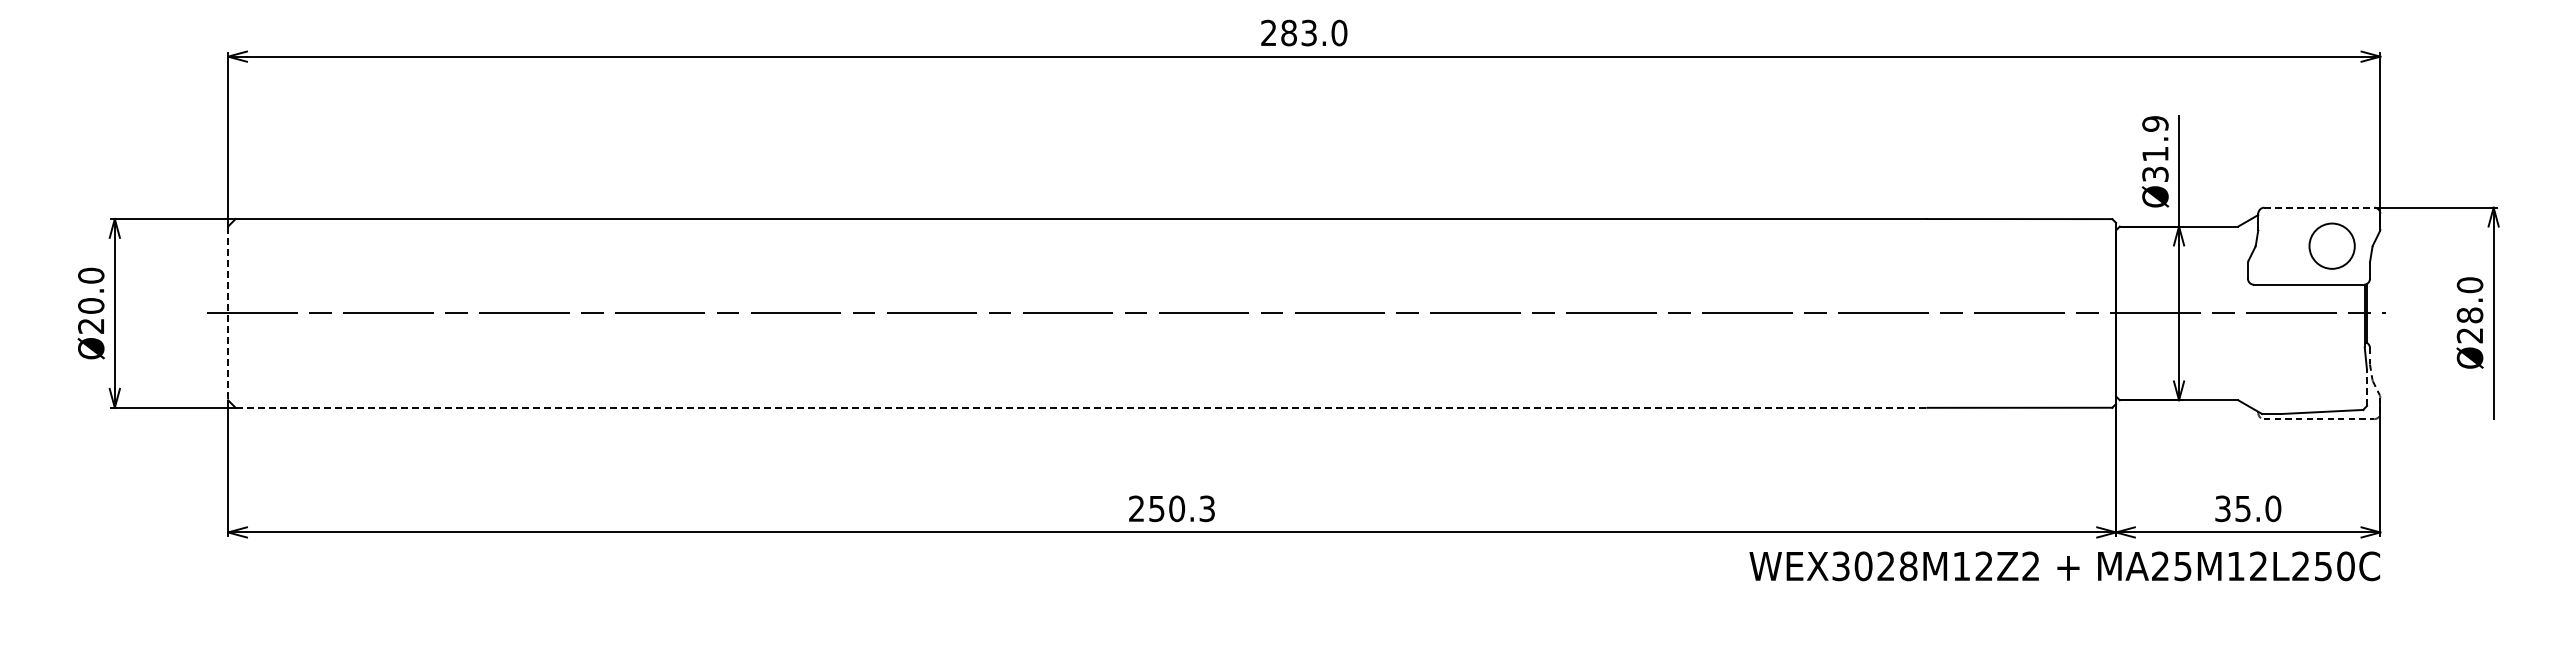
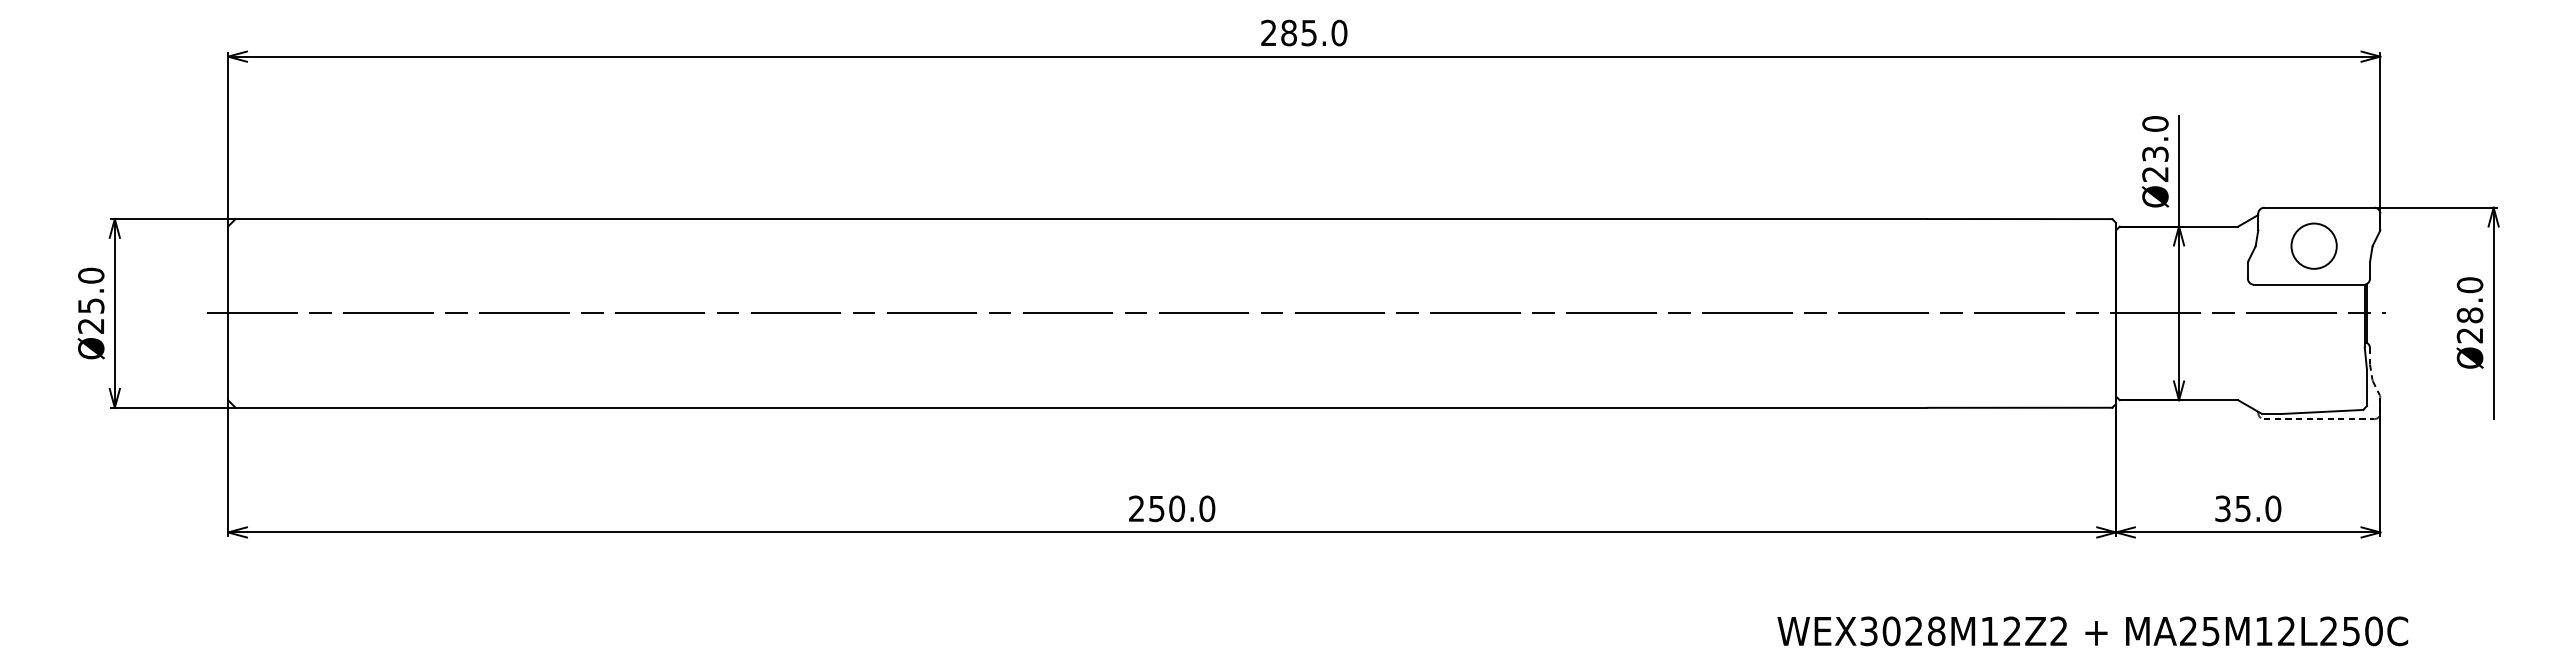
text at (1309, 32): 283.0 -> 285.0
text at (2155, 149): Ø31.9 -> Ø23.0
line at (2319, 207): dashed -> solid
circle at (2331, 245) position: (2331, 245) -> (2313, 245)
text at (91, 305): Ø20.0 -> Ø25.0
line at (228, 313): dashed -> solid
line at (2367, 388): dashed -> solid
line at (1081, 407): dashed -> solid
text at (1207, 508): 250.3 -> 250.0
text at (2064, 566) position: (2064, 566) -> (2092, 631)
